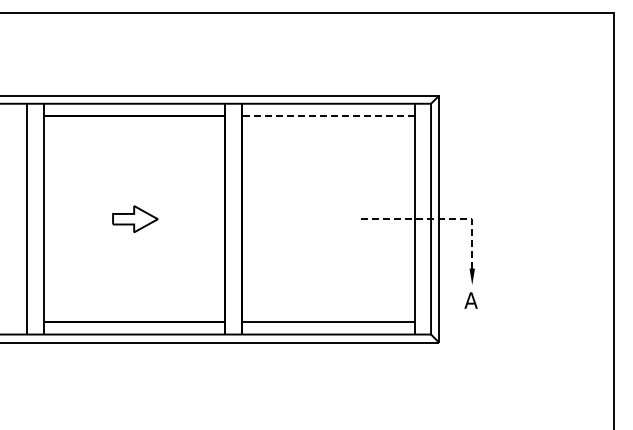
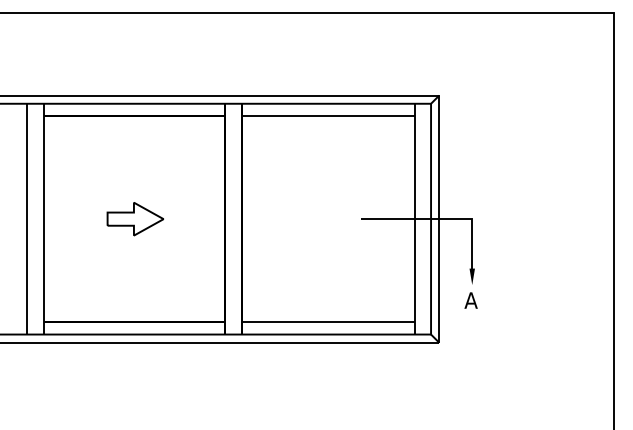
line at (328, 116): dashed -> solid
part at (135, 218) size: 47x28 px -> 58x35 px
line at (441, 219): dashed -> solid
